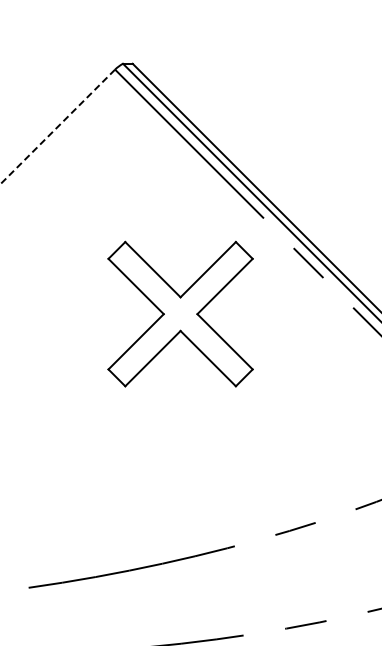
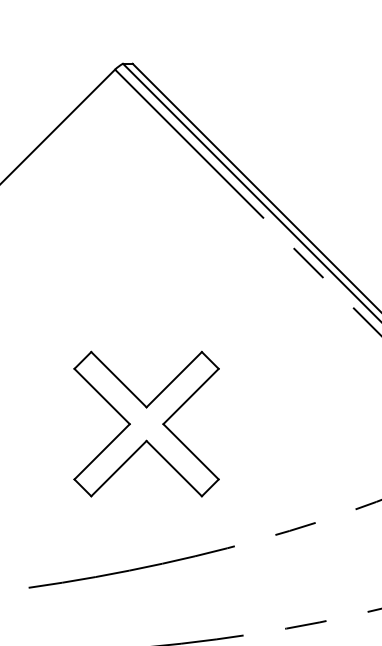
line at (57, 126): dashed -> solid
part at (180, 313) position: (180, 313) -> (146, 423)
